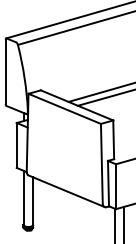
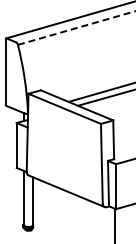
line at (76, 28): solid -> dashed
line at (124, 223): present -> none
